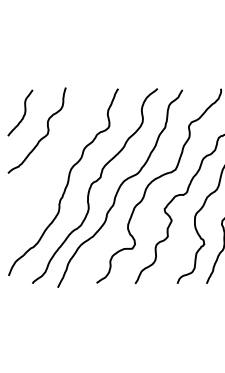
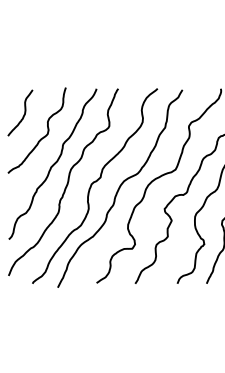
curve at (53, 163): none -> present
